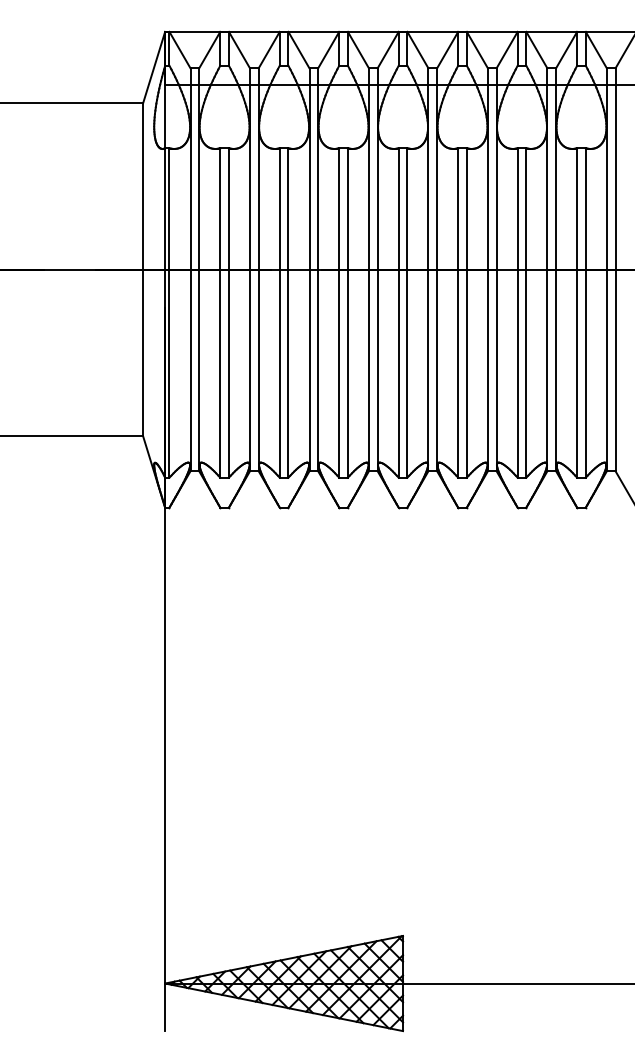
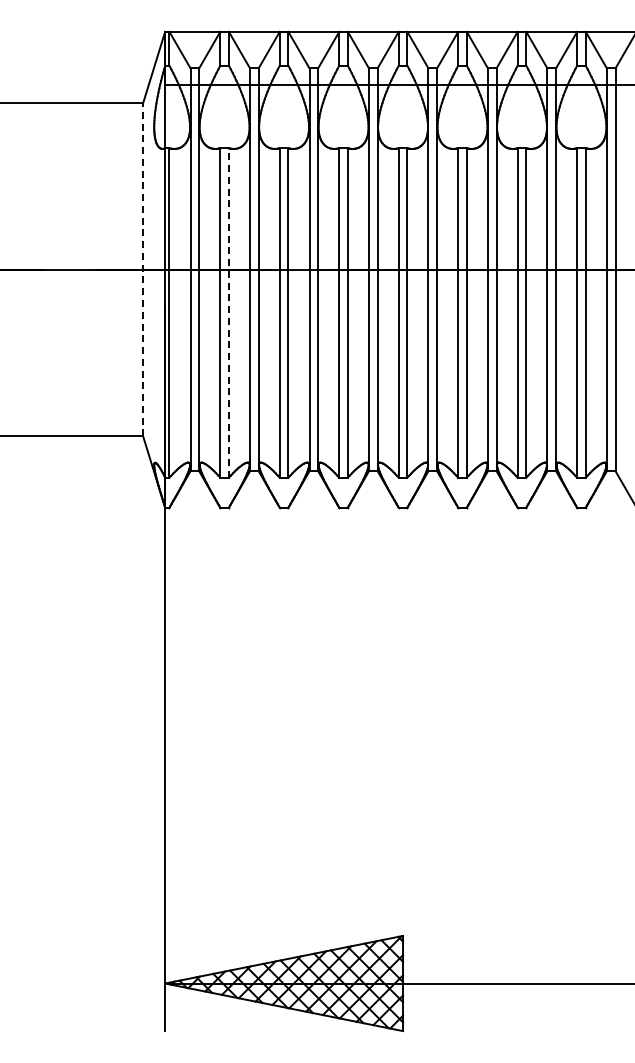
line at (143, 269): solid -> dashed
line at (228, 313): solid -> dashed
